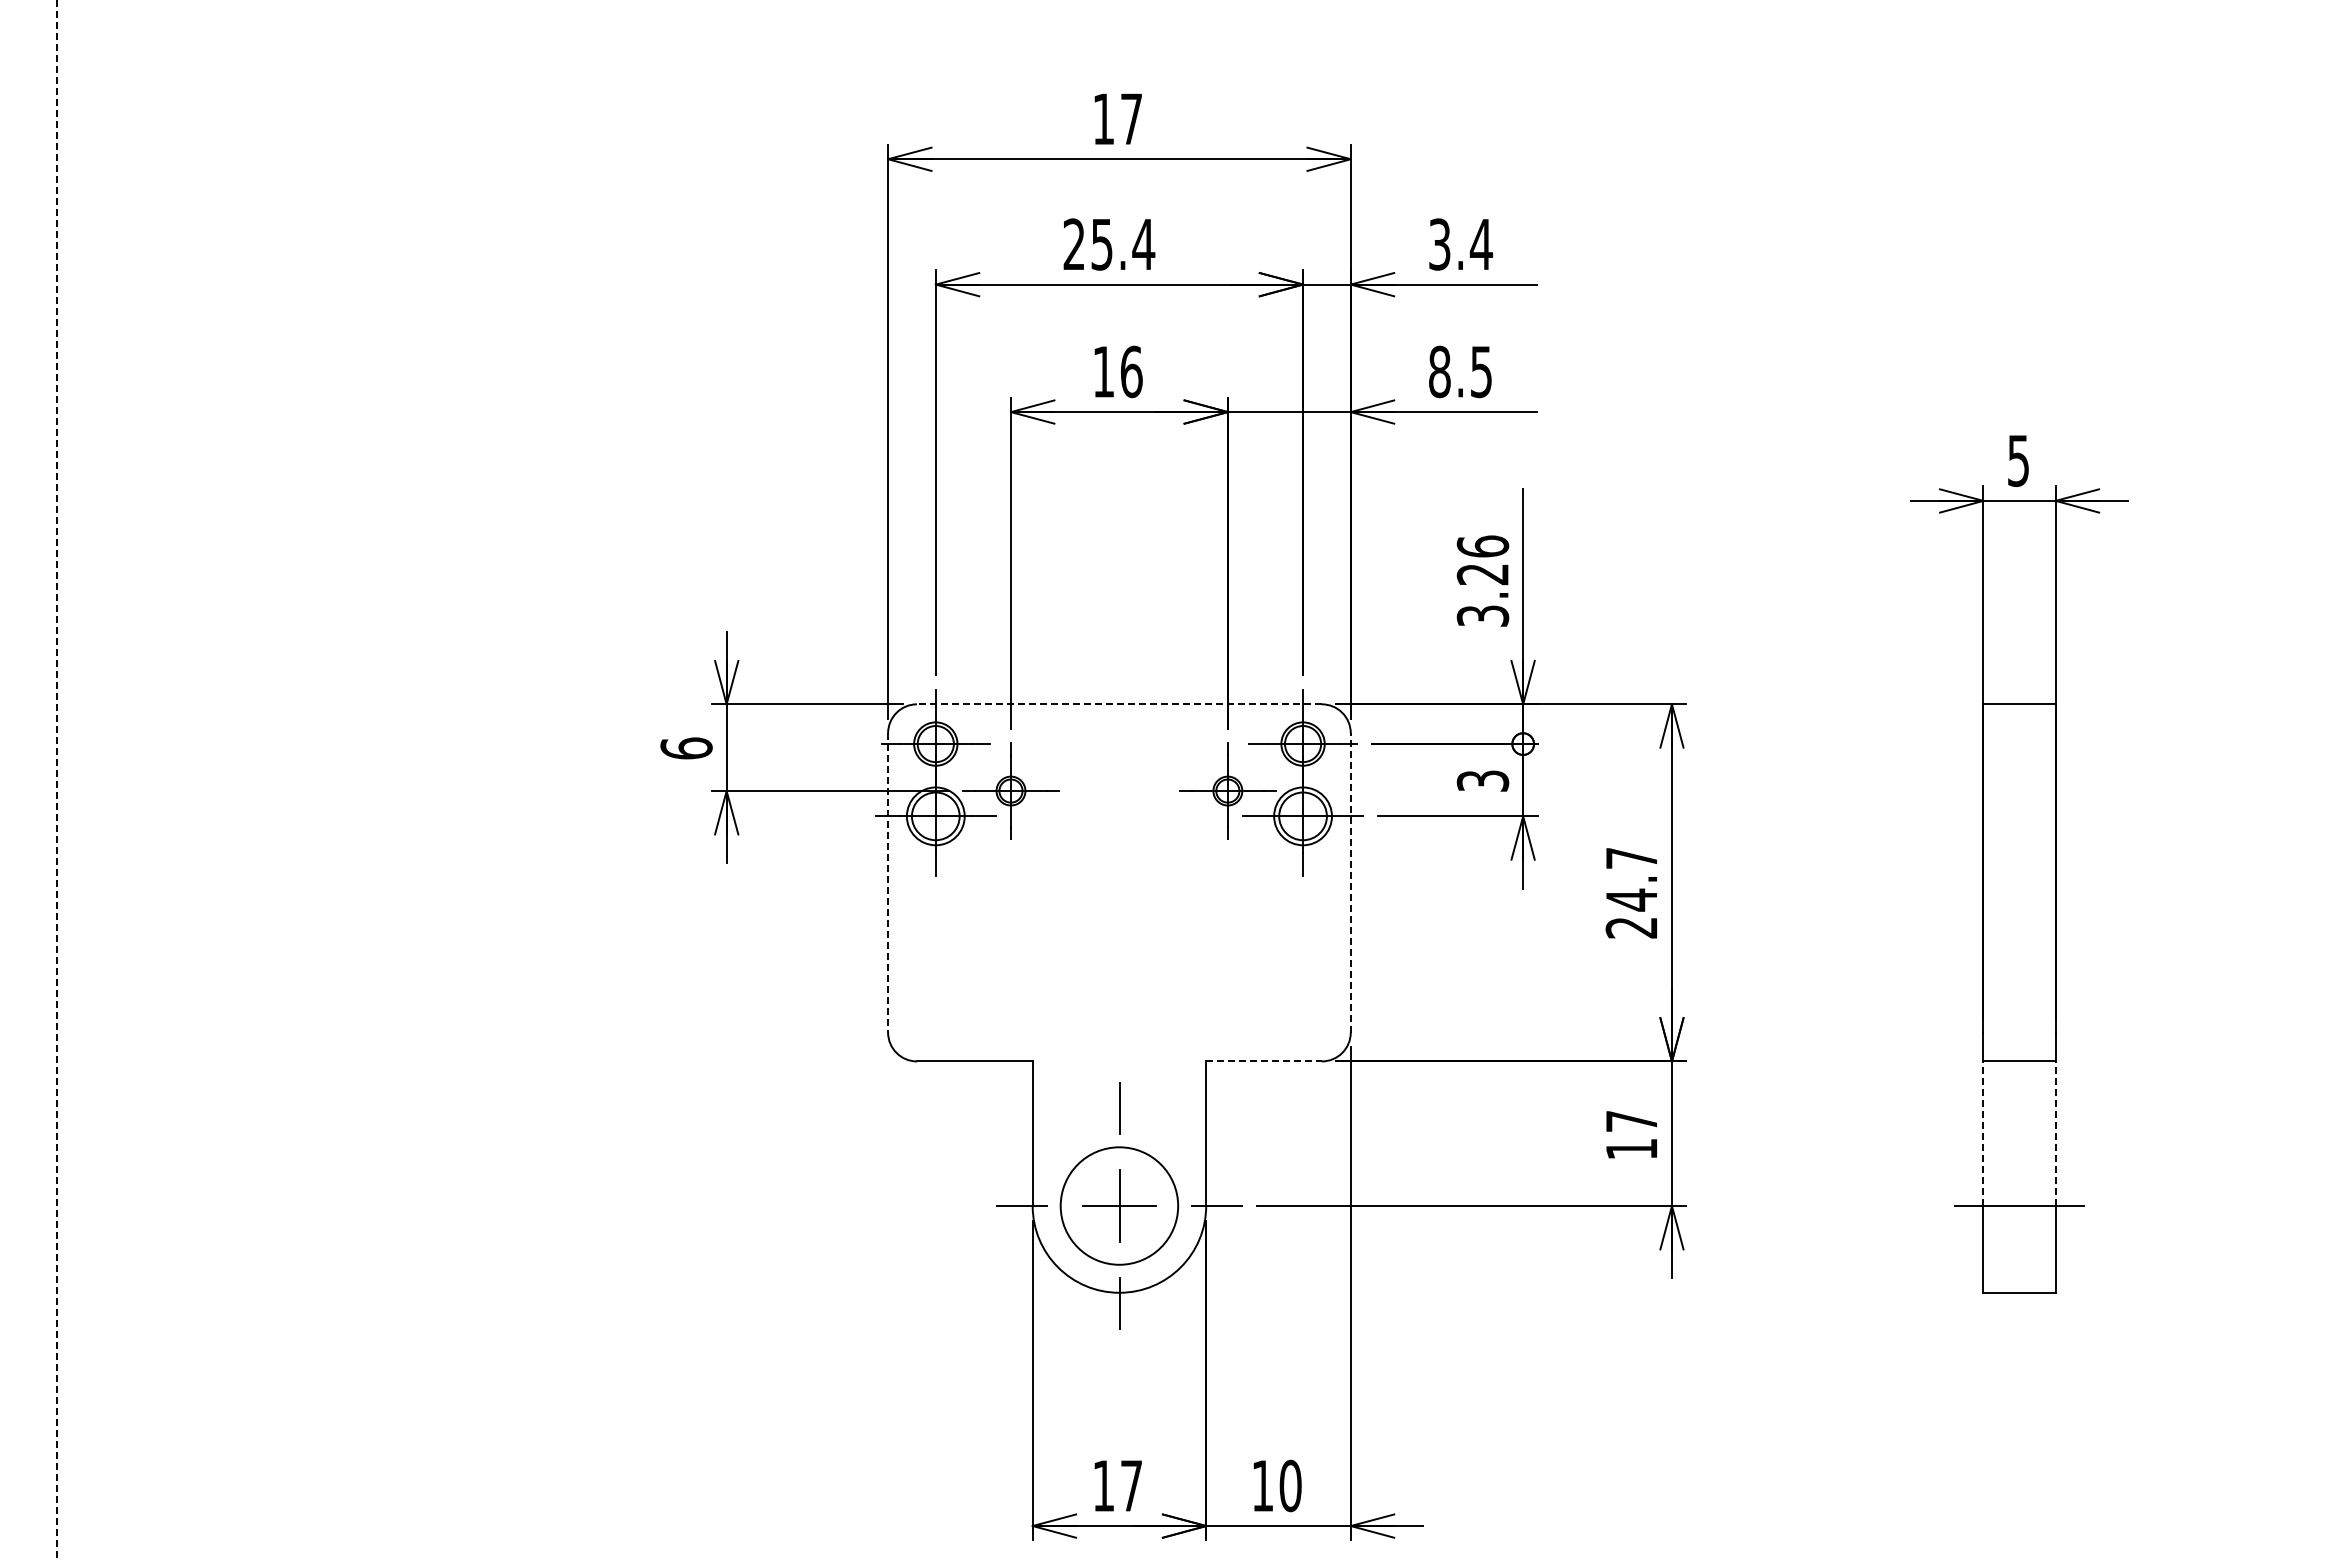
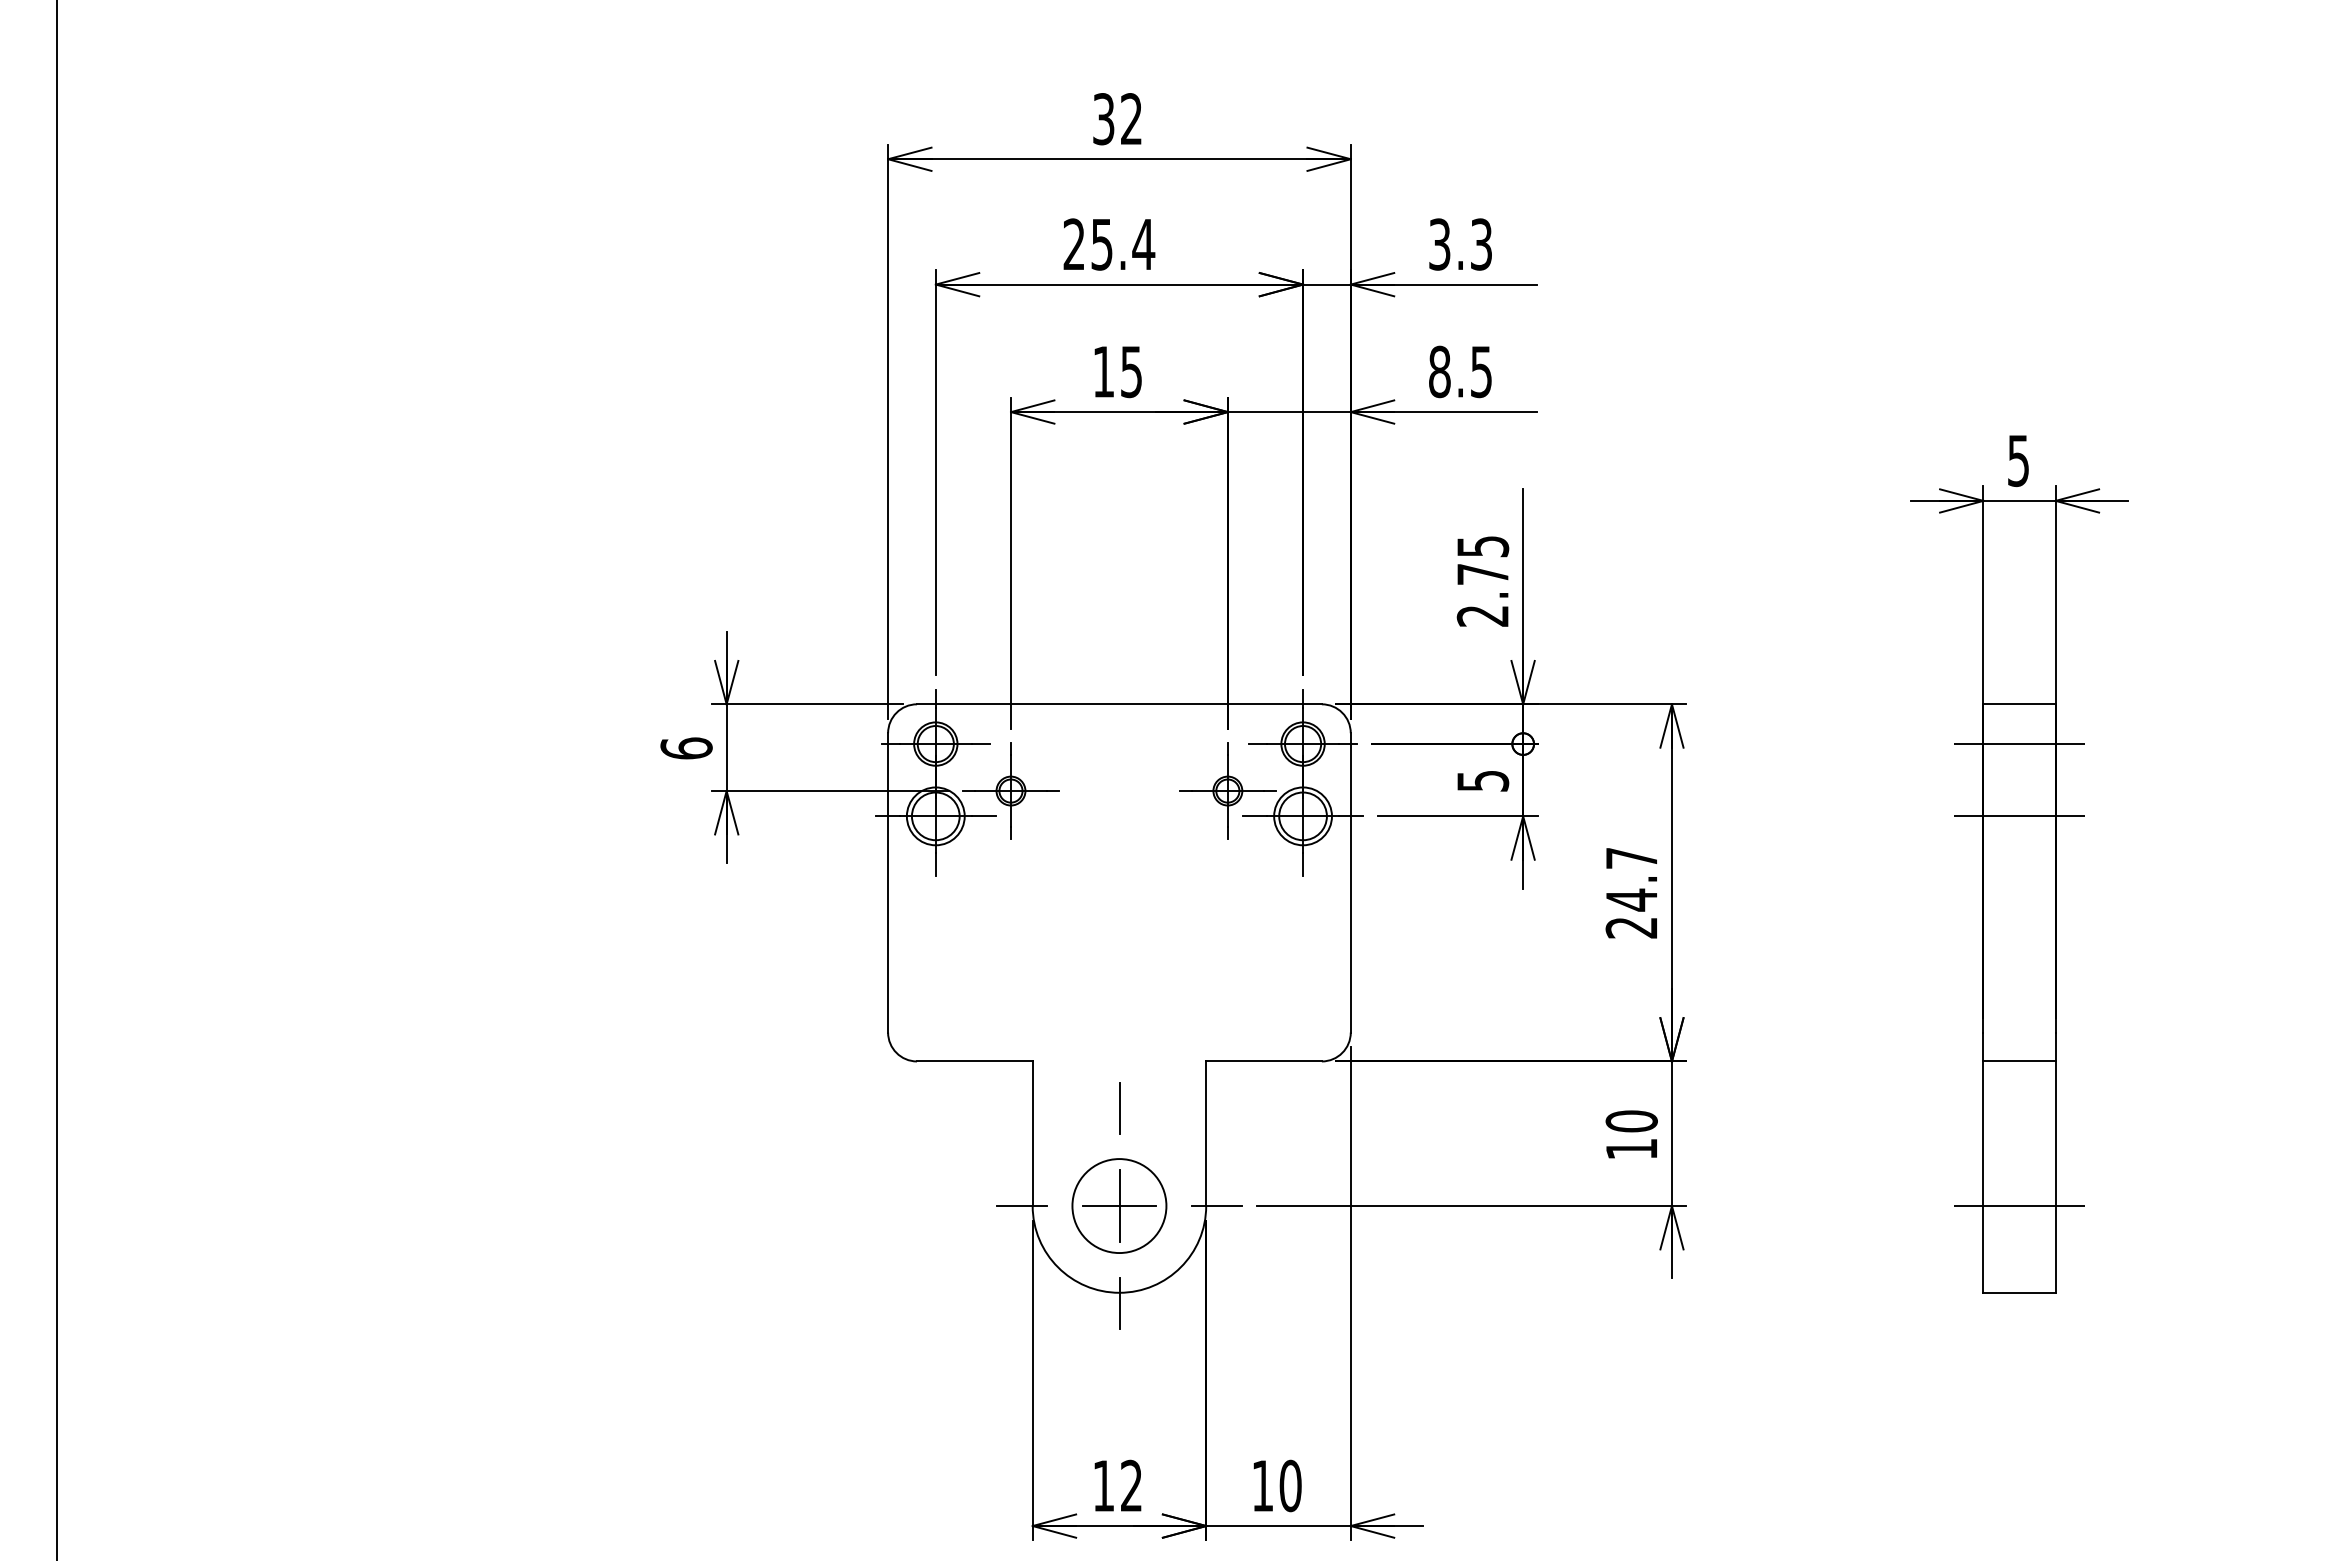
text at (1117, 119): 17 -> 32
text at (1480, 244): 3.4 -> 3.3
text at (1131, 371): 16 -> 15
text at (1482, 580): 3.26 -> 2.75
line at (1118, 704): dashed -> solid
line at (2019, 744): none -> present
text at (1482, 780): 3 -> 5
line at (57, 781): dashed -> solid
line at (2019, 816): none -> present
line at (888, 882): dashed -> solid
line at (1350, 882): dashed -> solid
line at (1264, 1061): dashed -> solid
text at (1631, 1121): 17 -> 10
line at (1983, 1133): dashed -> solid
line at (2055, 1133): dashed -> solid
circle at (1119, 1205) diameter: 117 px -> 94 px
text at (1131, 1485): 17 -> 12
